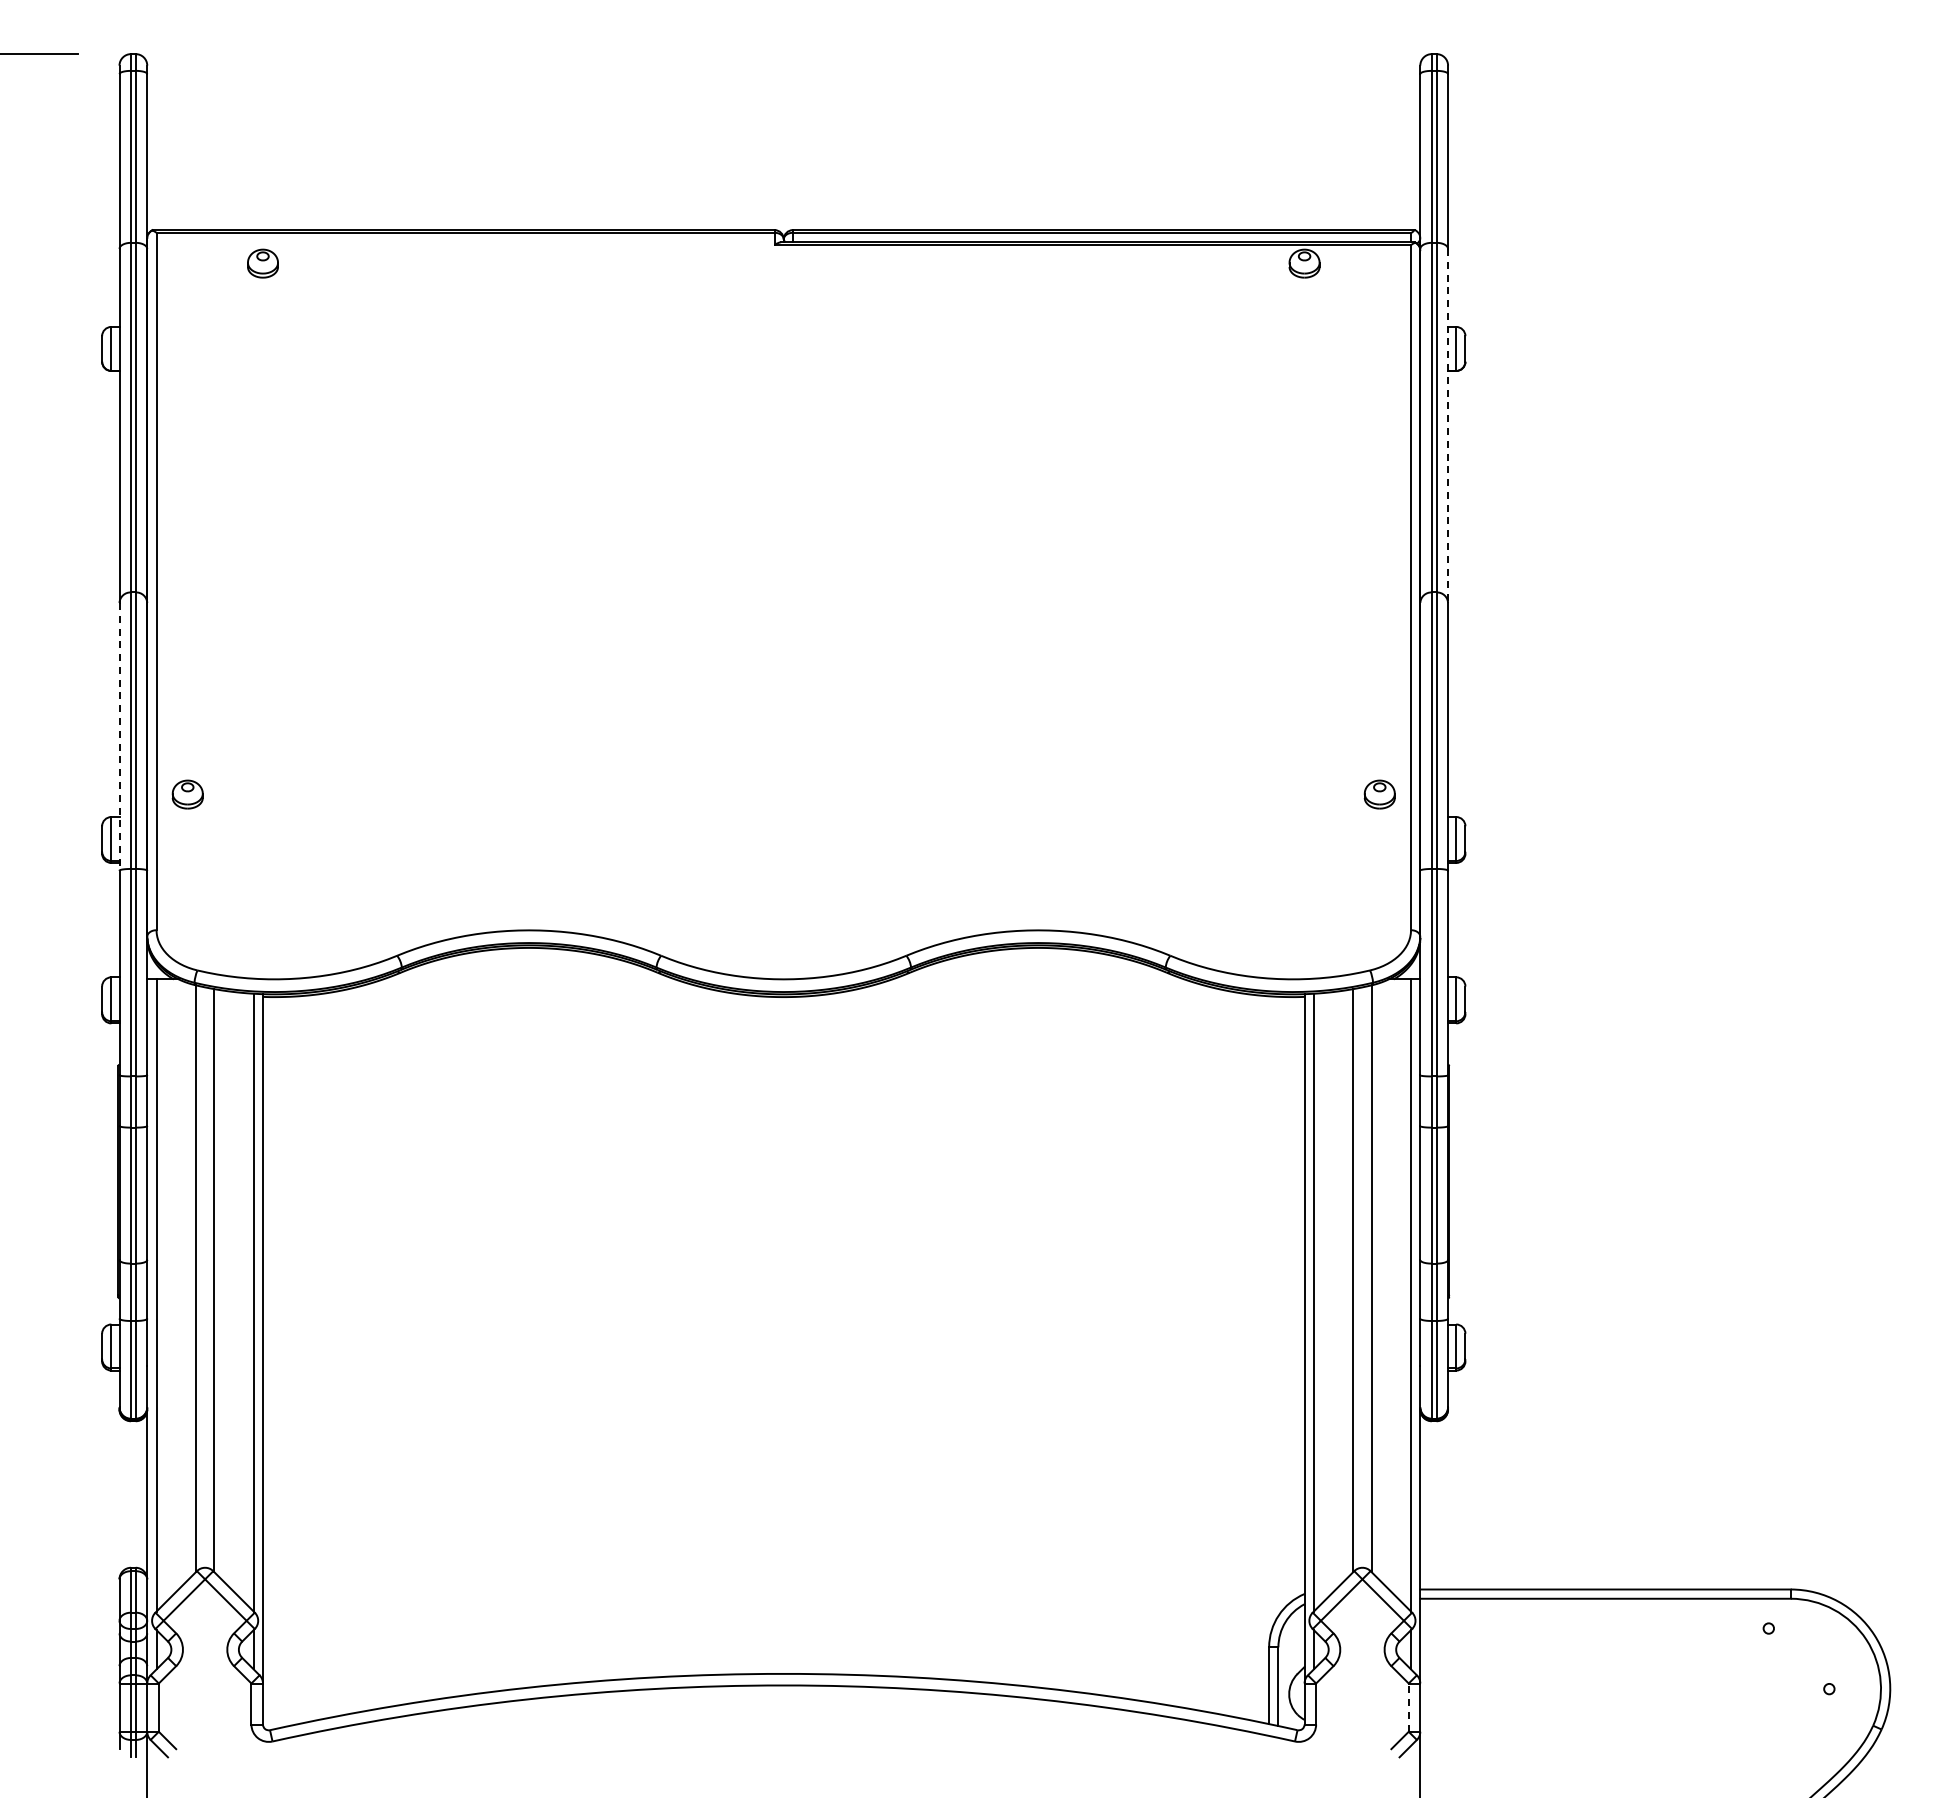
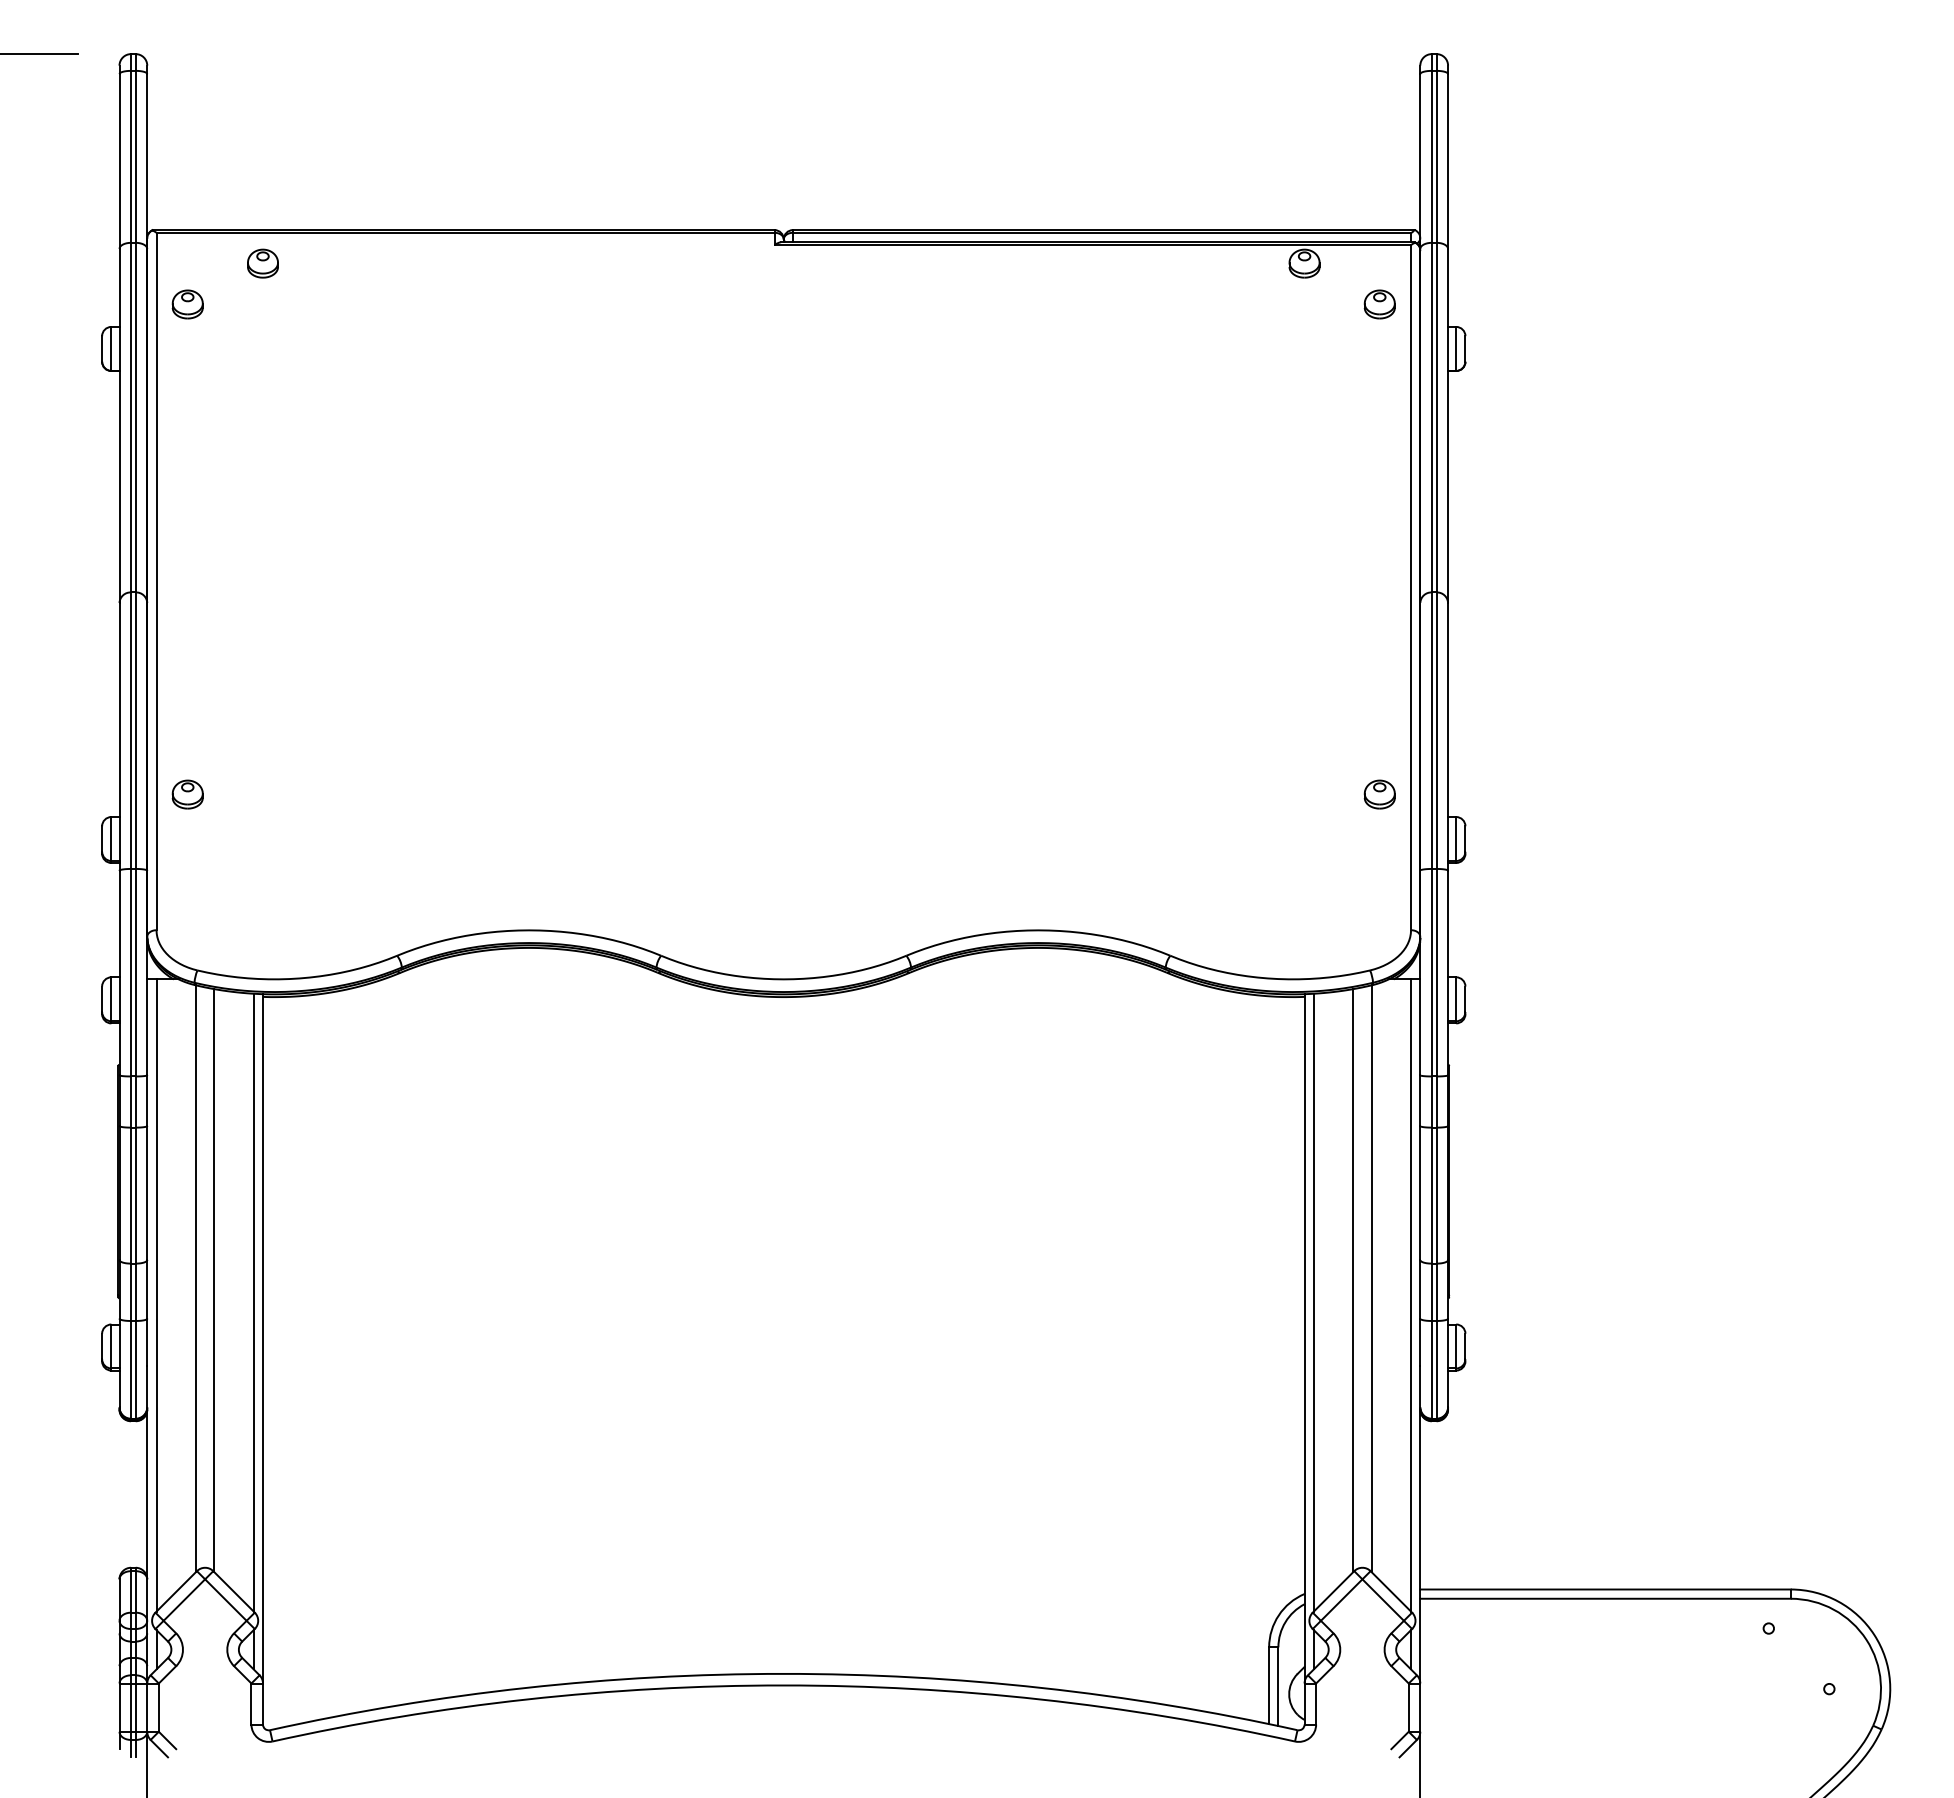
part at (187, 304): none -> present
part at (1379, 304): none -> present
line at (1448, 425): dashed -> solid
line at (119, 736): dashed -> solid
line at (1408, 1707): dashed -> solid
